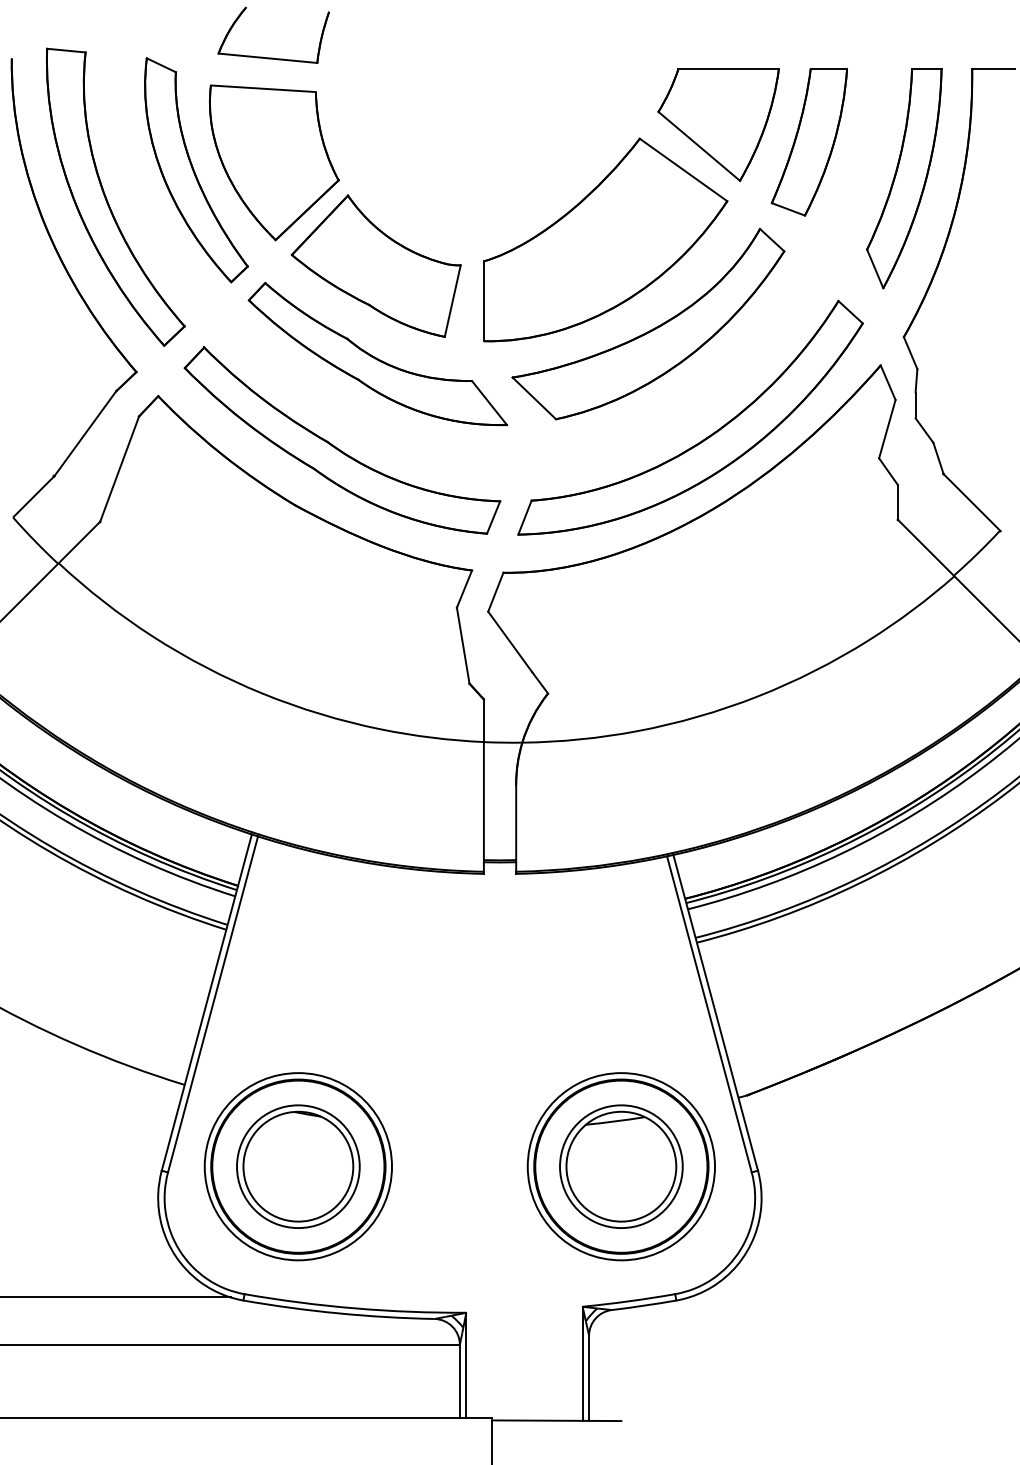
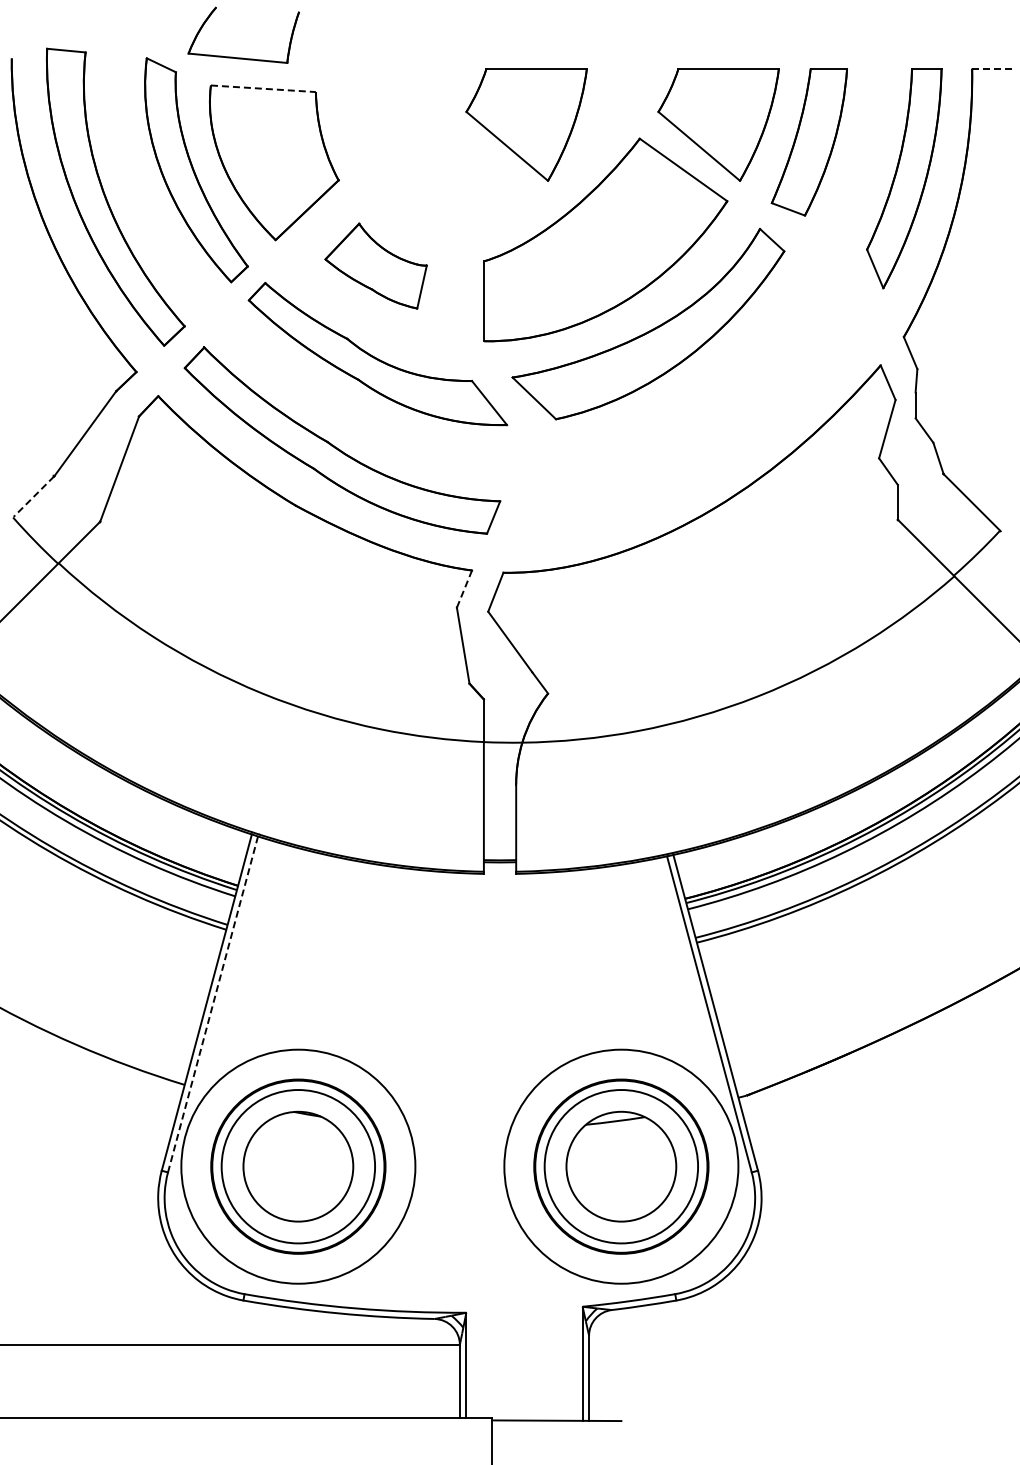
part at (273, 57) position: (273, 57) -> (243, 57)
line at (993, 68): solid -> dashed
line at (263, 88): solid -> dashed
part at (526, 124): none -> present
part at (375, 265) size: 172x144 px -> 104x88 px
part at (704, 438): present -> none
line at (33, 496): solid -> dashed
line at (464, 589): solid -> dashed
line at (213, 1004): solid -> dashed
circle at (298, 1166) diameter: 123 px -> 153 px
circle at (298, 1166) diameter: 187 px -> 234 px
circle at (621, 1166) diameter: 123 px -> 153 px
circle at (621, 1166) diameter: 187 px -> 234 px
line at (116, 1297): present -> none
